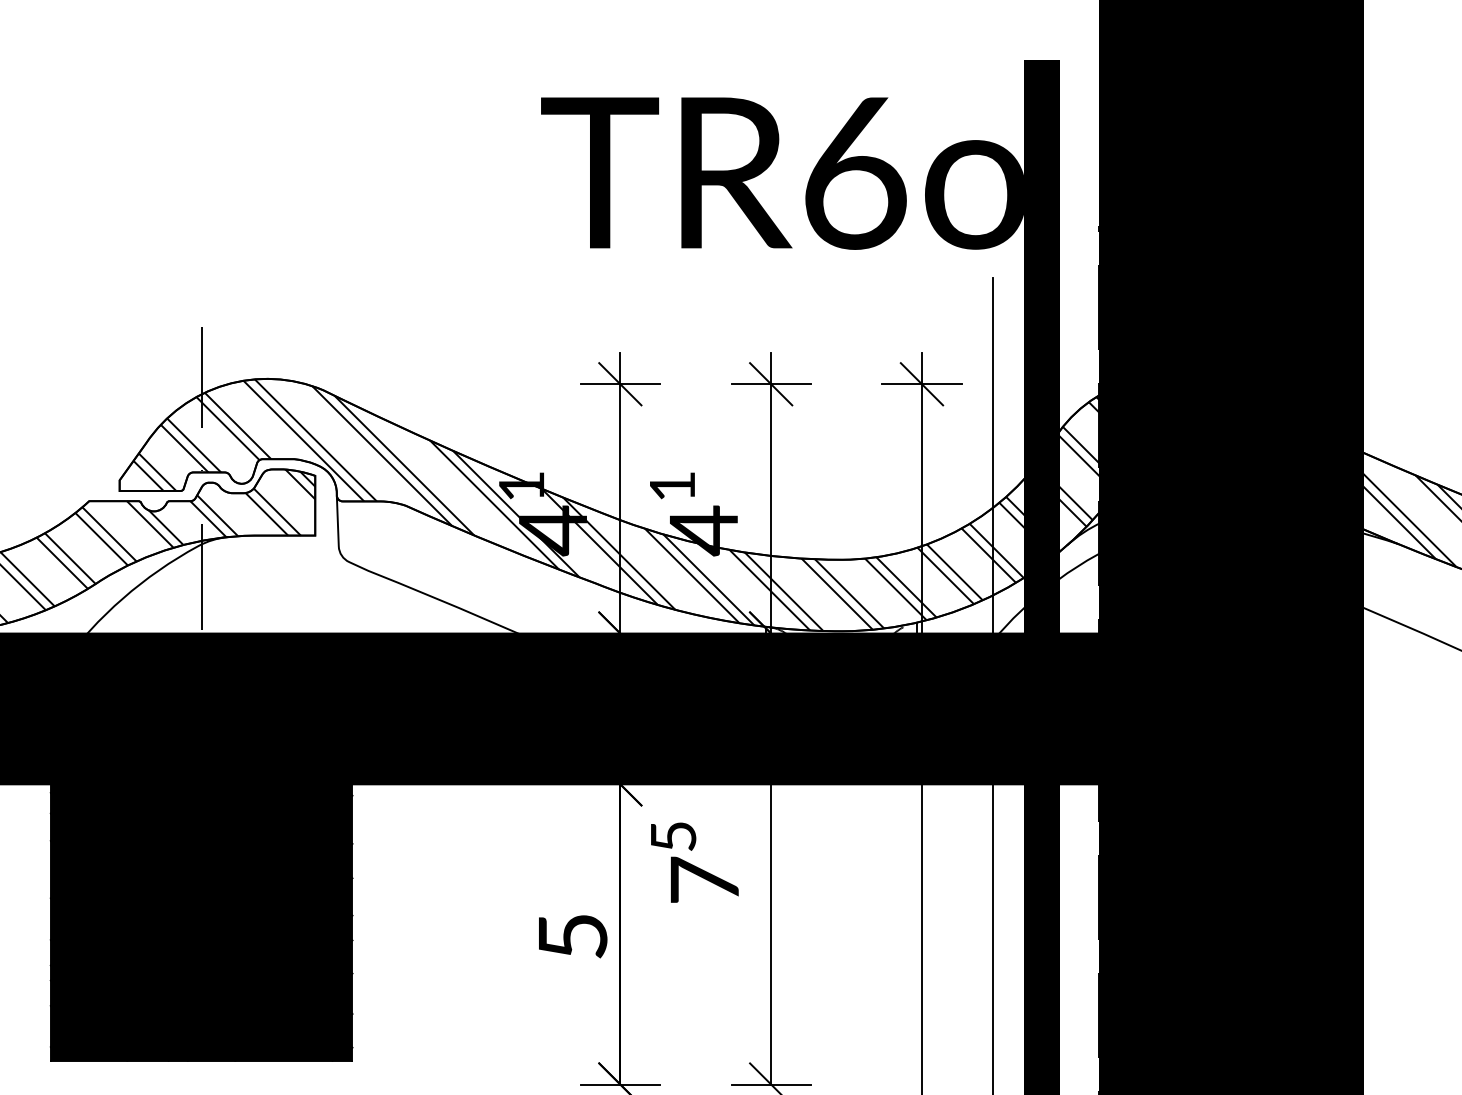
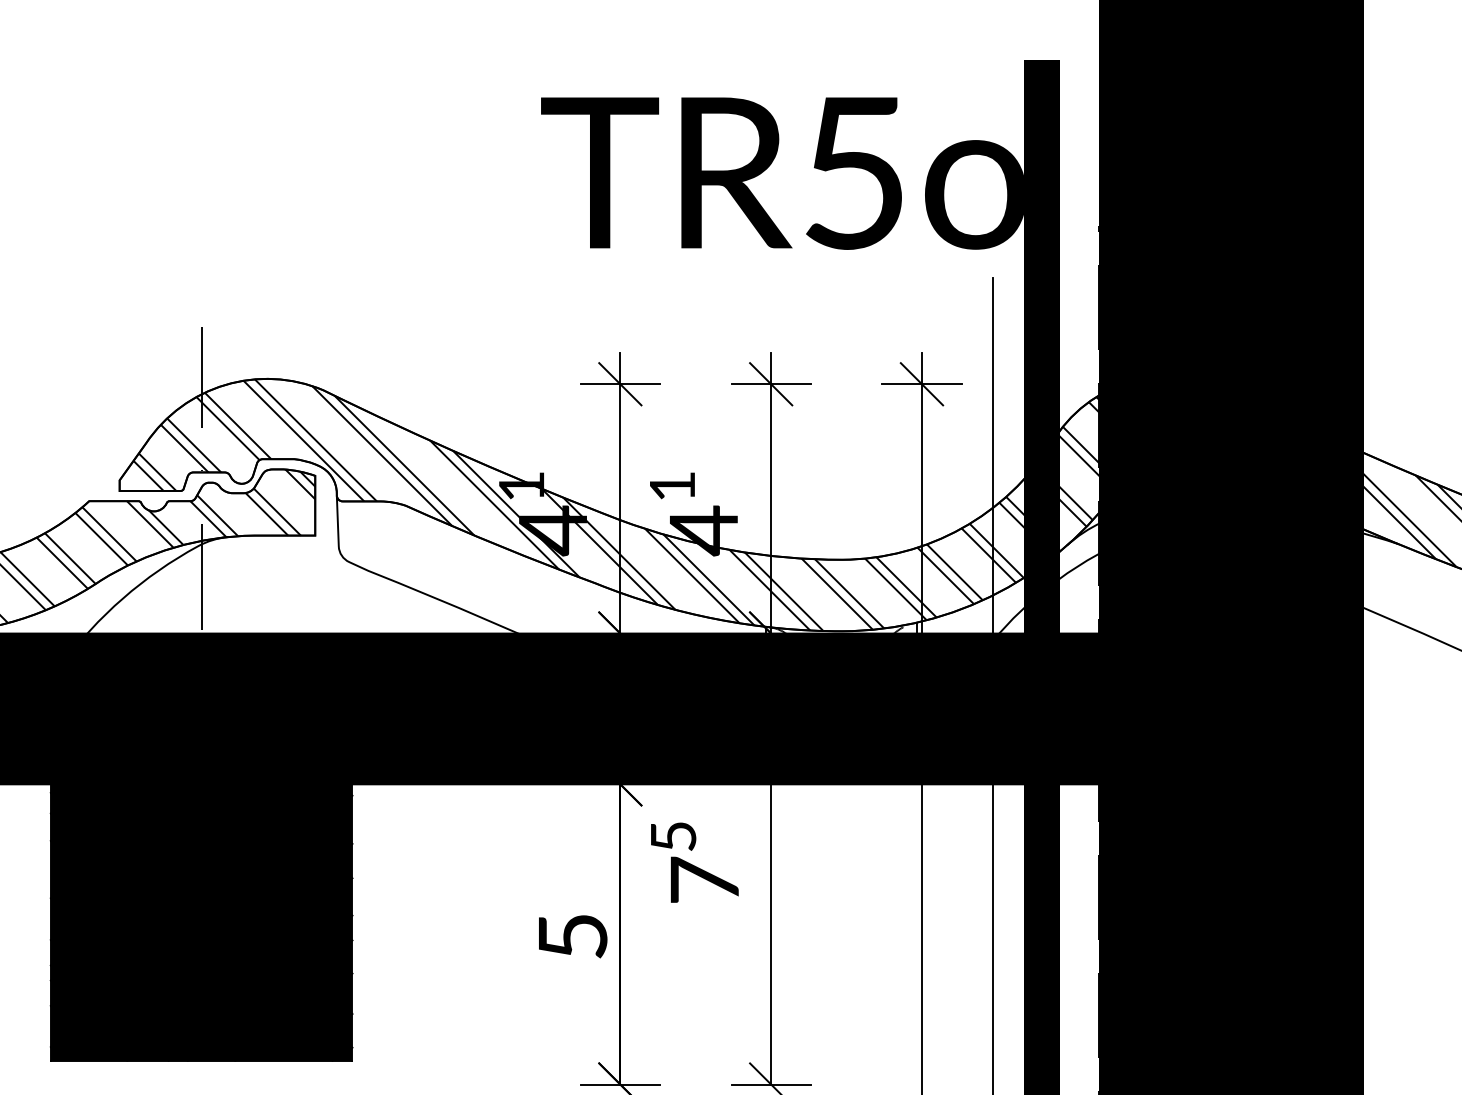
text at (855, 173): TR6o -> TR5o
